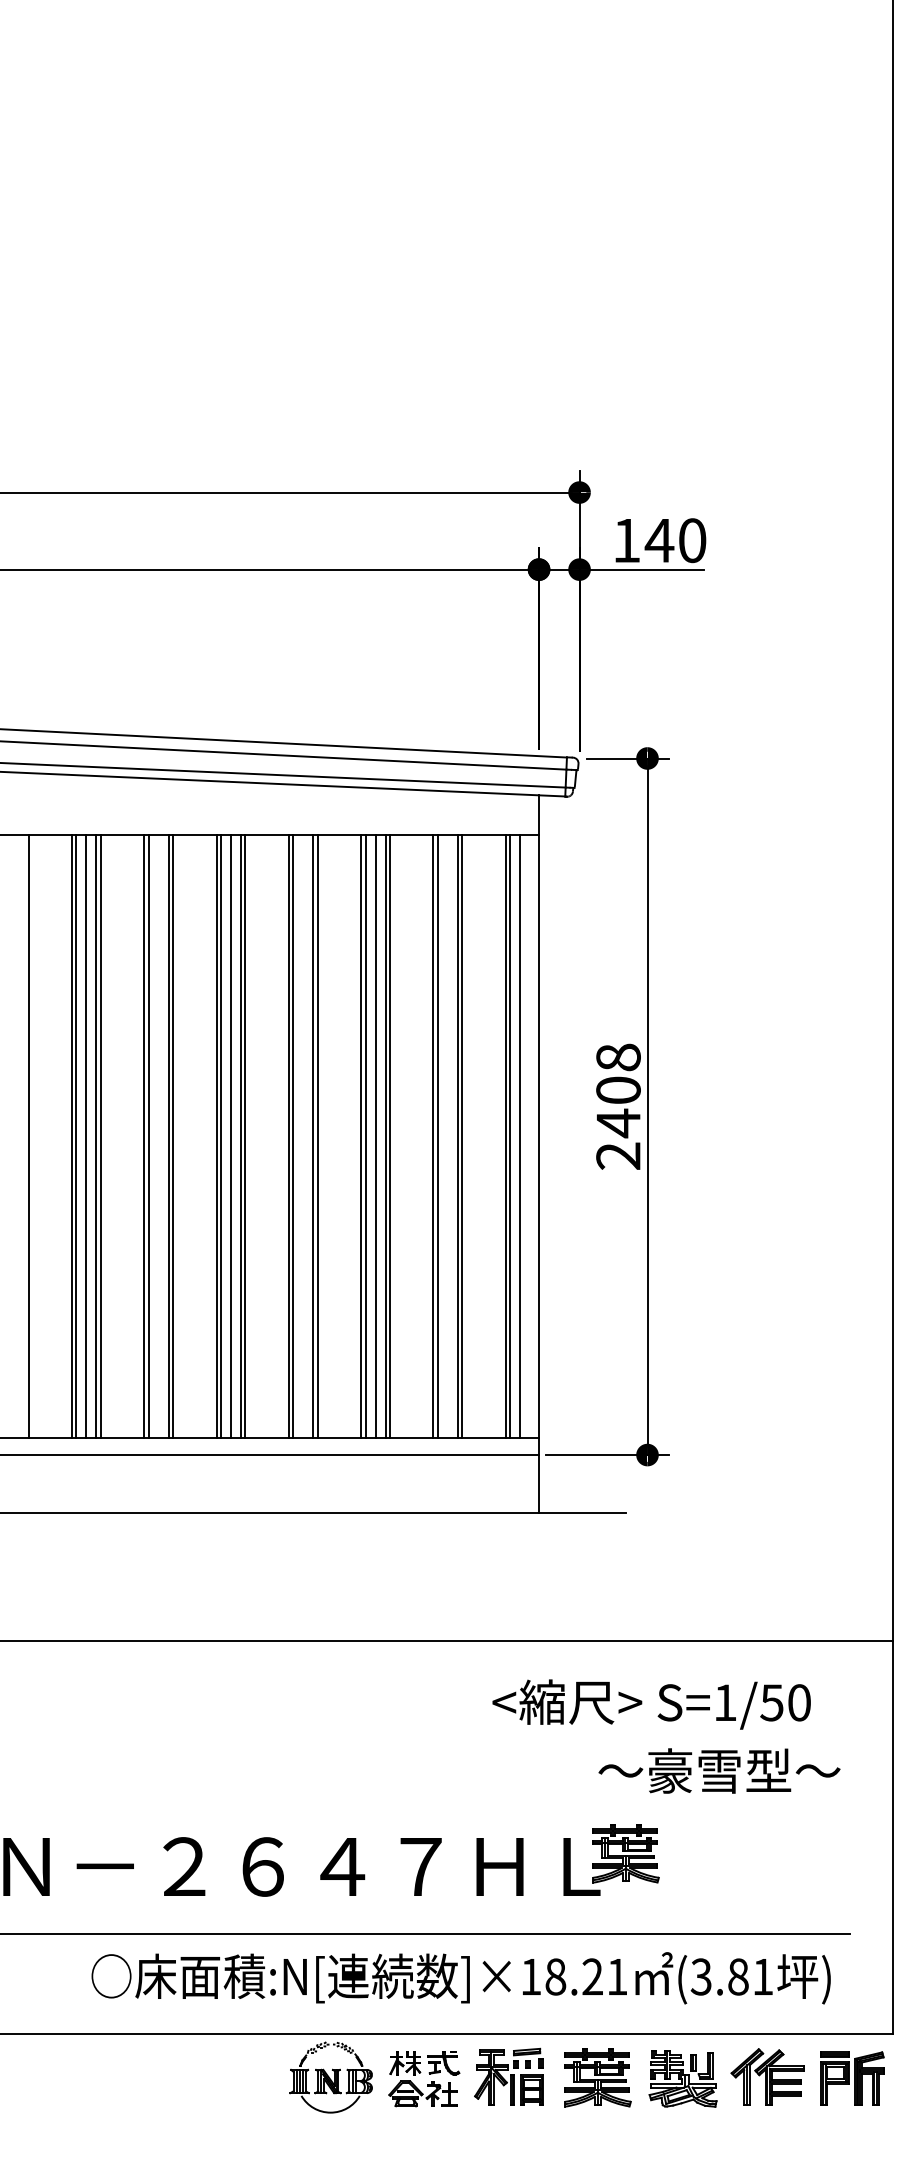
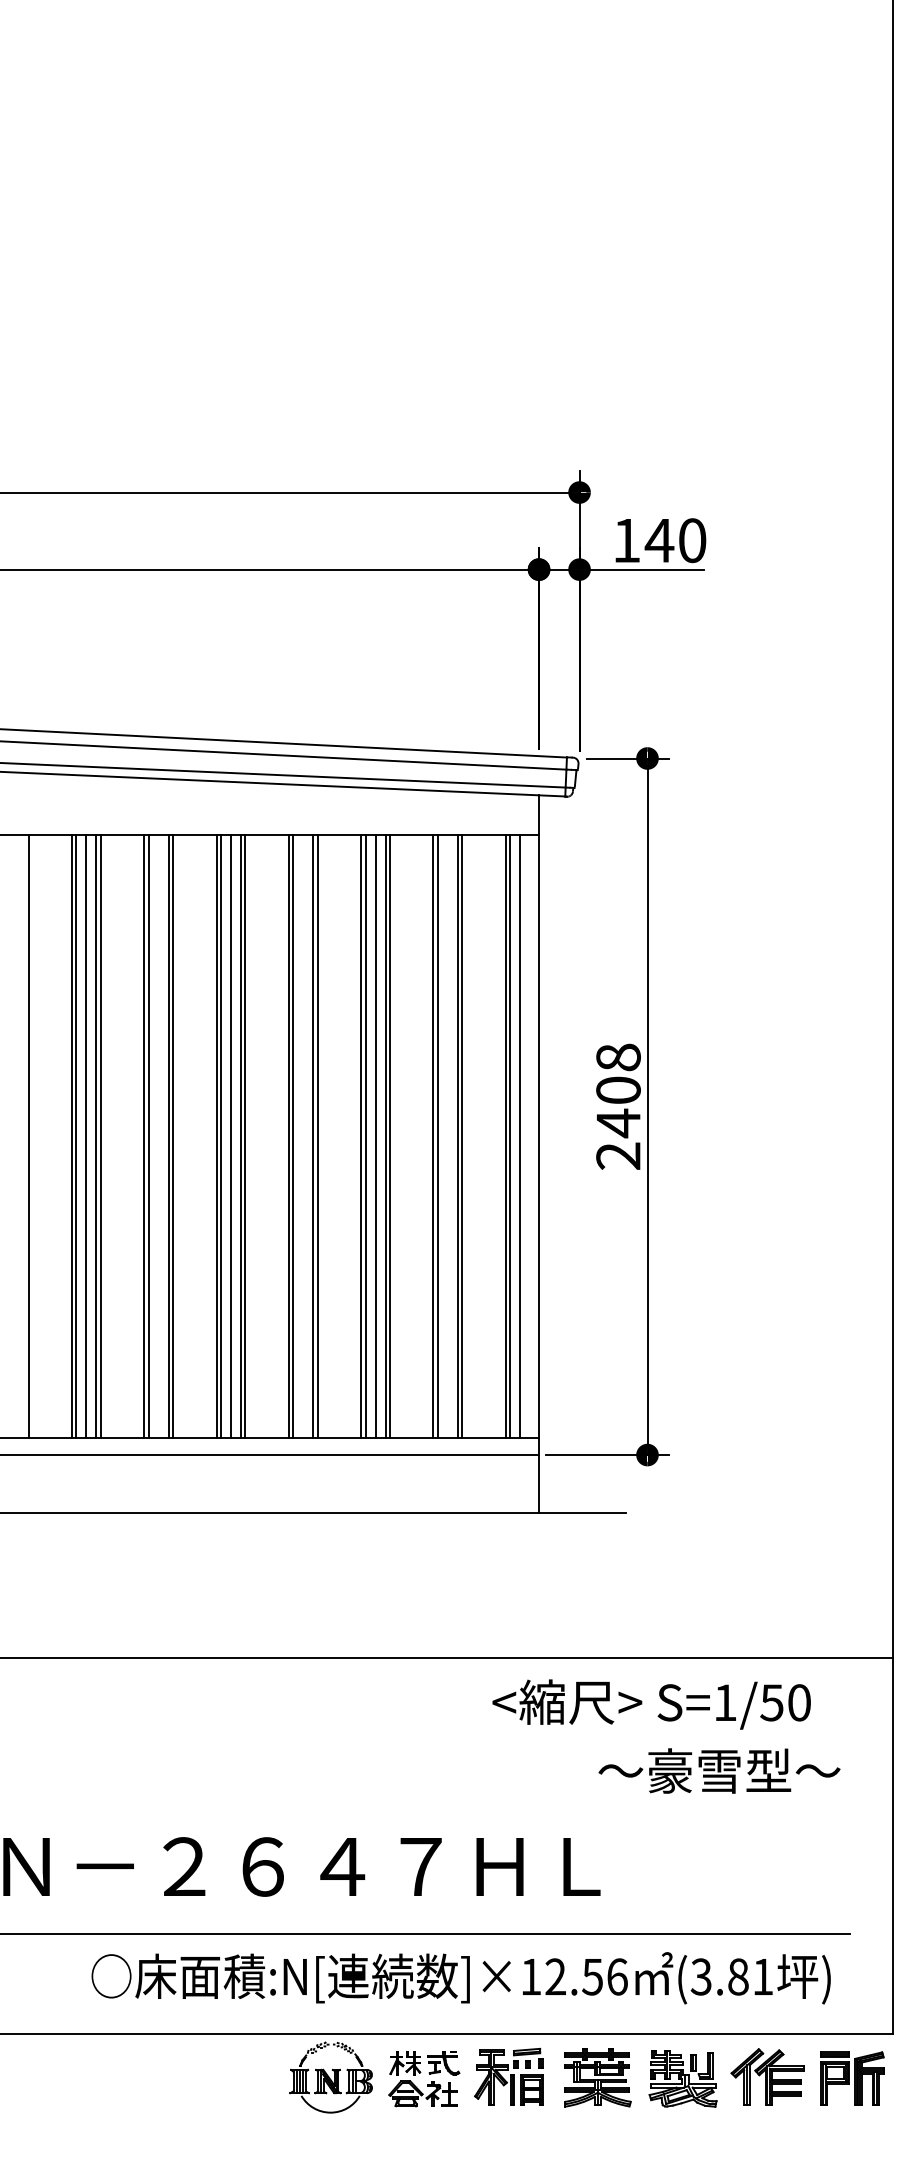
line at (447, 1640) position: (447, 1640) -> (447, 1657)
part at (625, 1853): present -> none
text at (586, 1976): ]×18.21 -> ]×12.56
